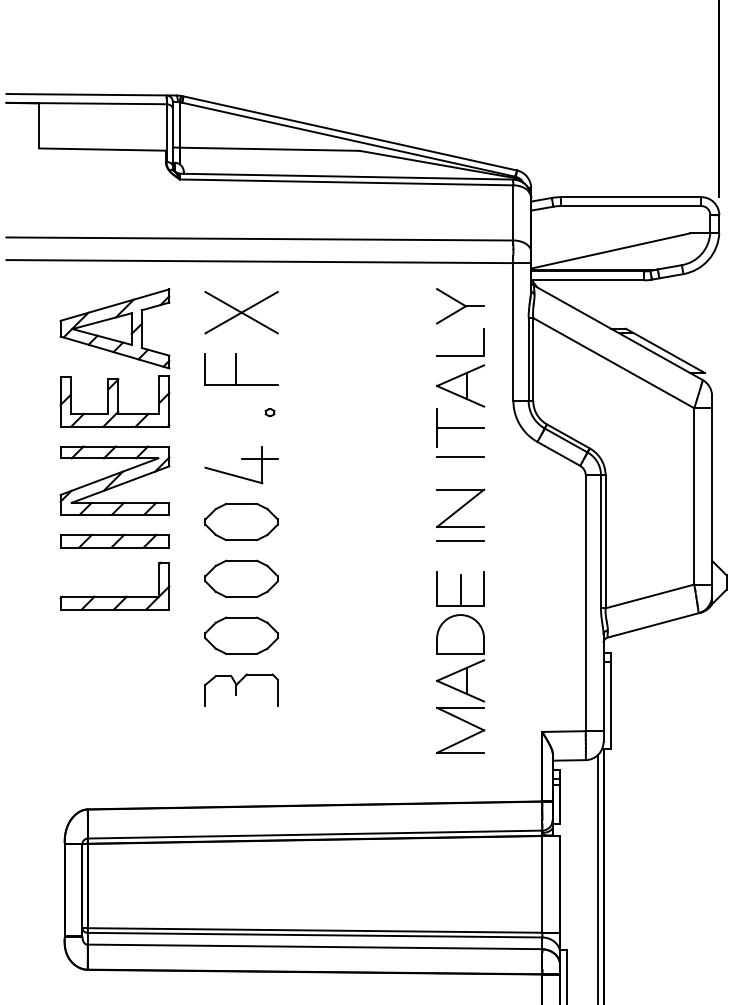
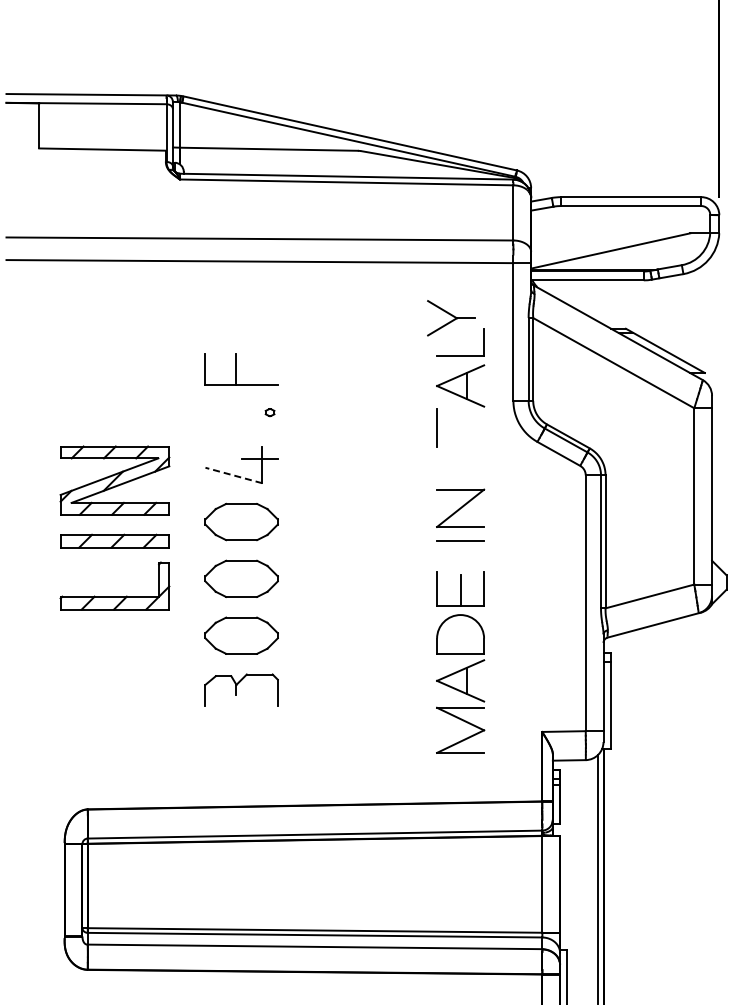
part at (460, 306) position: (460, 306) -> (451, 318)
part at (241, 312): present -> none
part at (114, 357): present -> none
line at (460, 428): present -> none
line at (460, 457): present -> none
line at (233, 475): solid -> dashed
